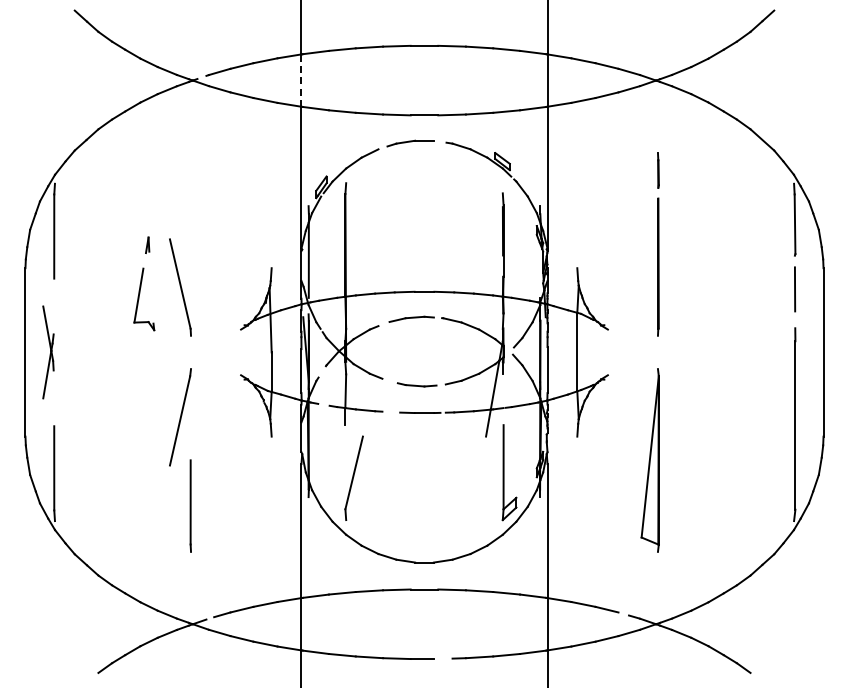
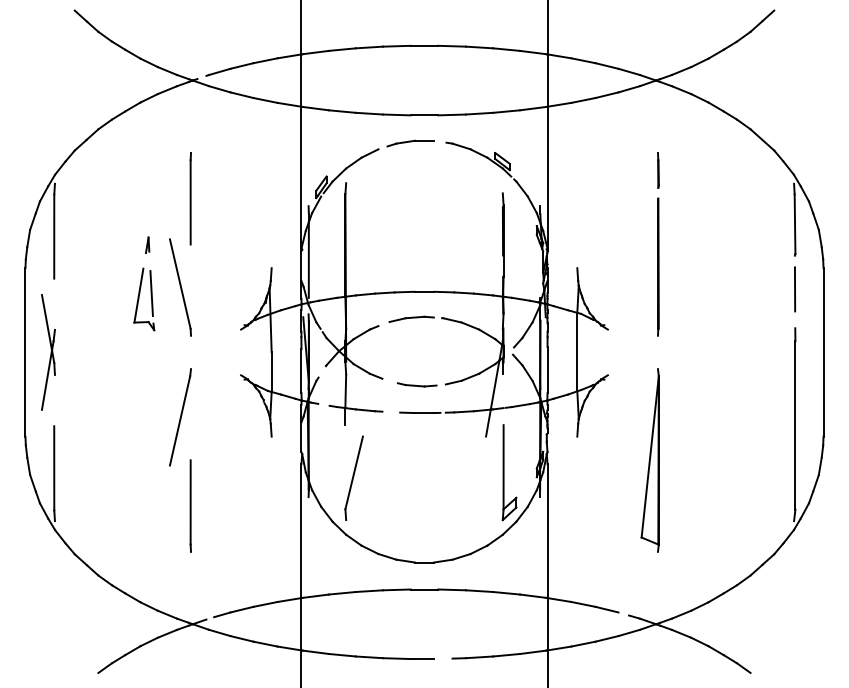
line at (301, 80): dashed -> solid
line at (190, 198): none -> present
line at (151, 293): none -> present
part at (48, 352) size: 13x95 px -> 15x117 px
